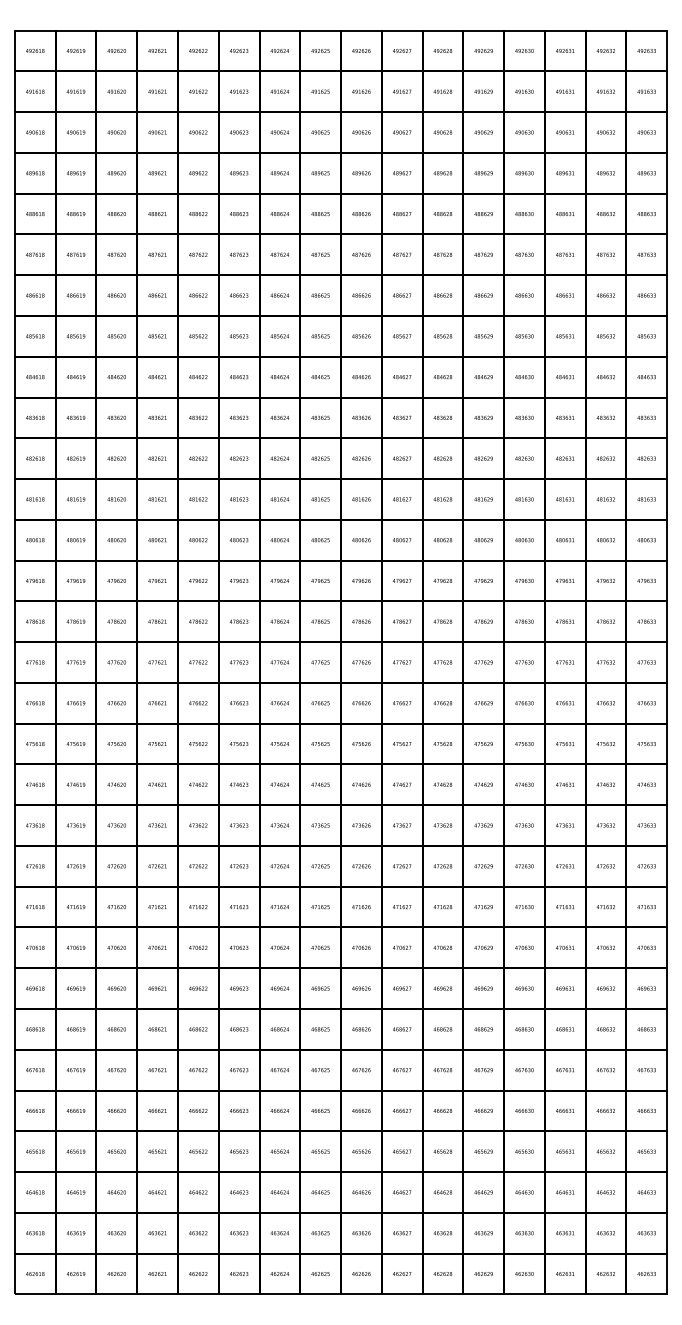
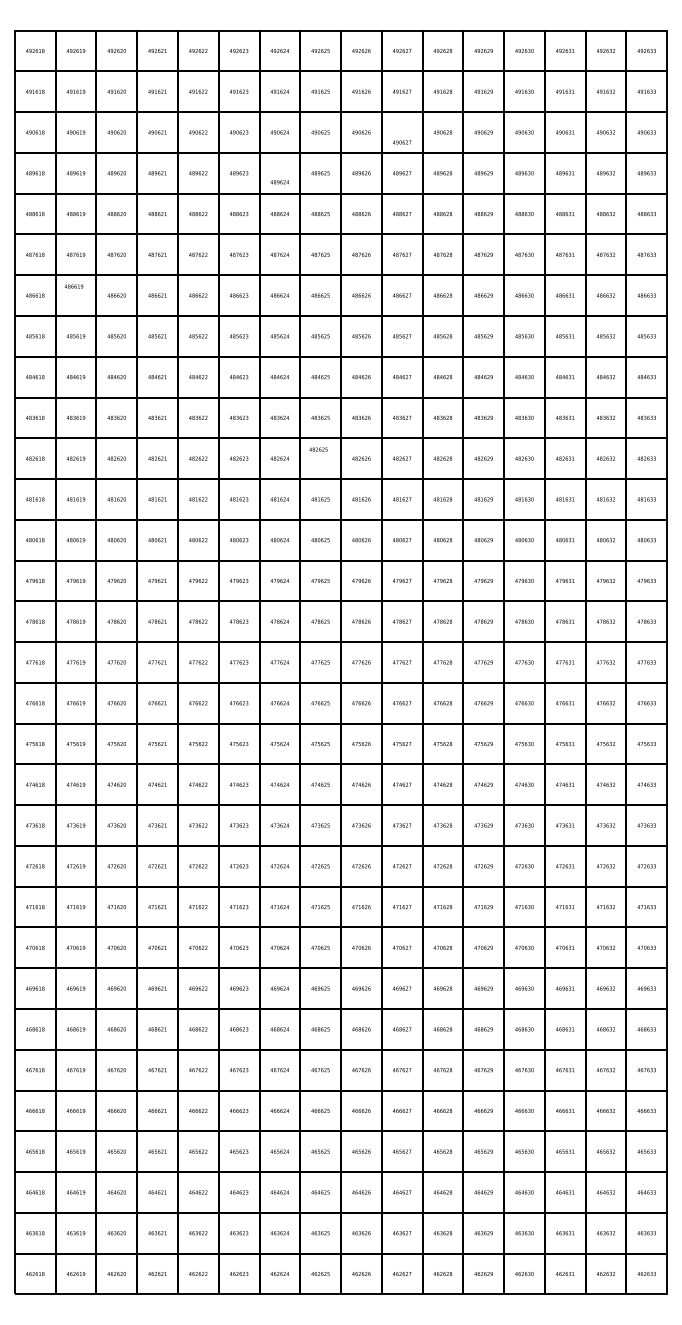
text at (402, 132) position: (402, 132) -> (402, 142)
text at (279, 173) position: (279, 173) -> (279, 182)
text at (75, 295) position: (75, 295) -> (73, 286)
text at (320, 458) position: (320, 458) -> (318, 449)
